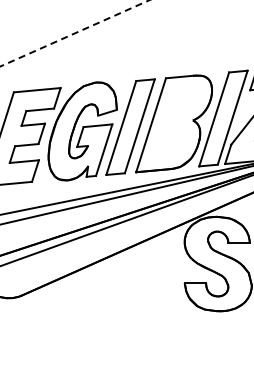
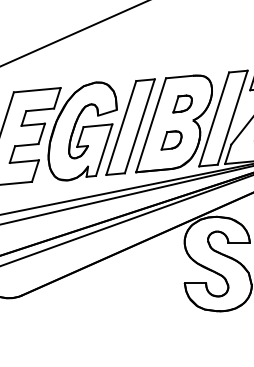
line at (74, 33): dashed -> solid
part at (182, 103): none -> present
part at (171, 140): none -> present
